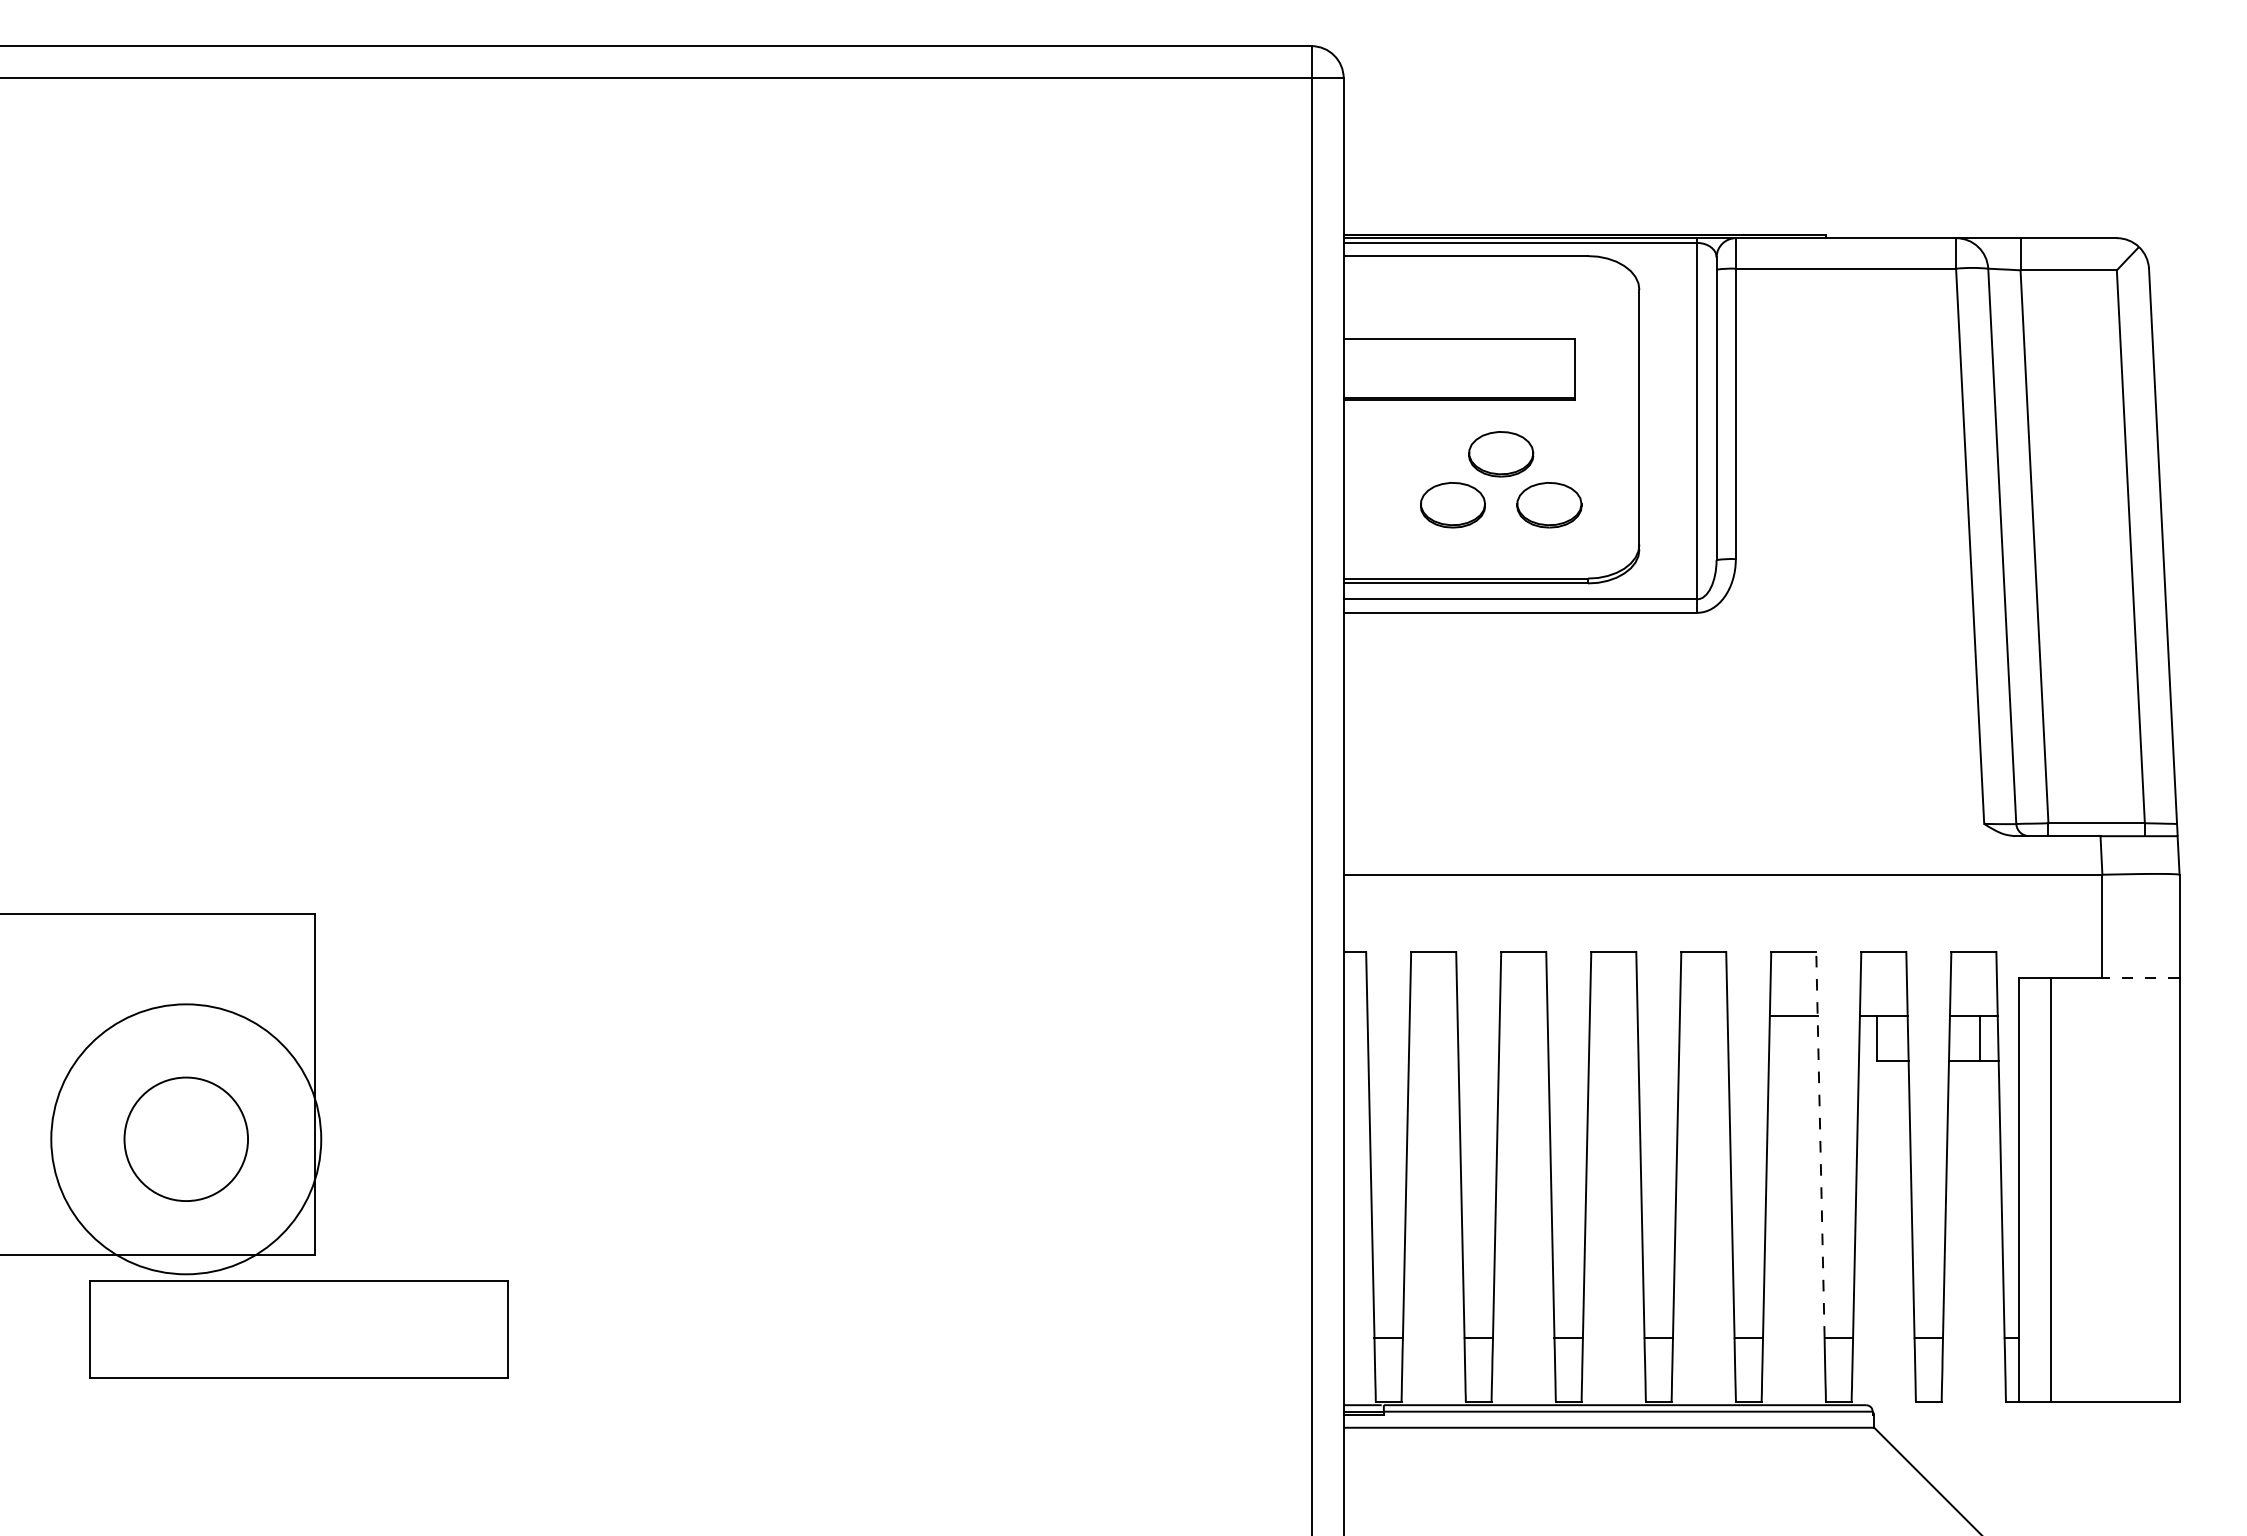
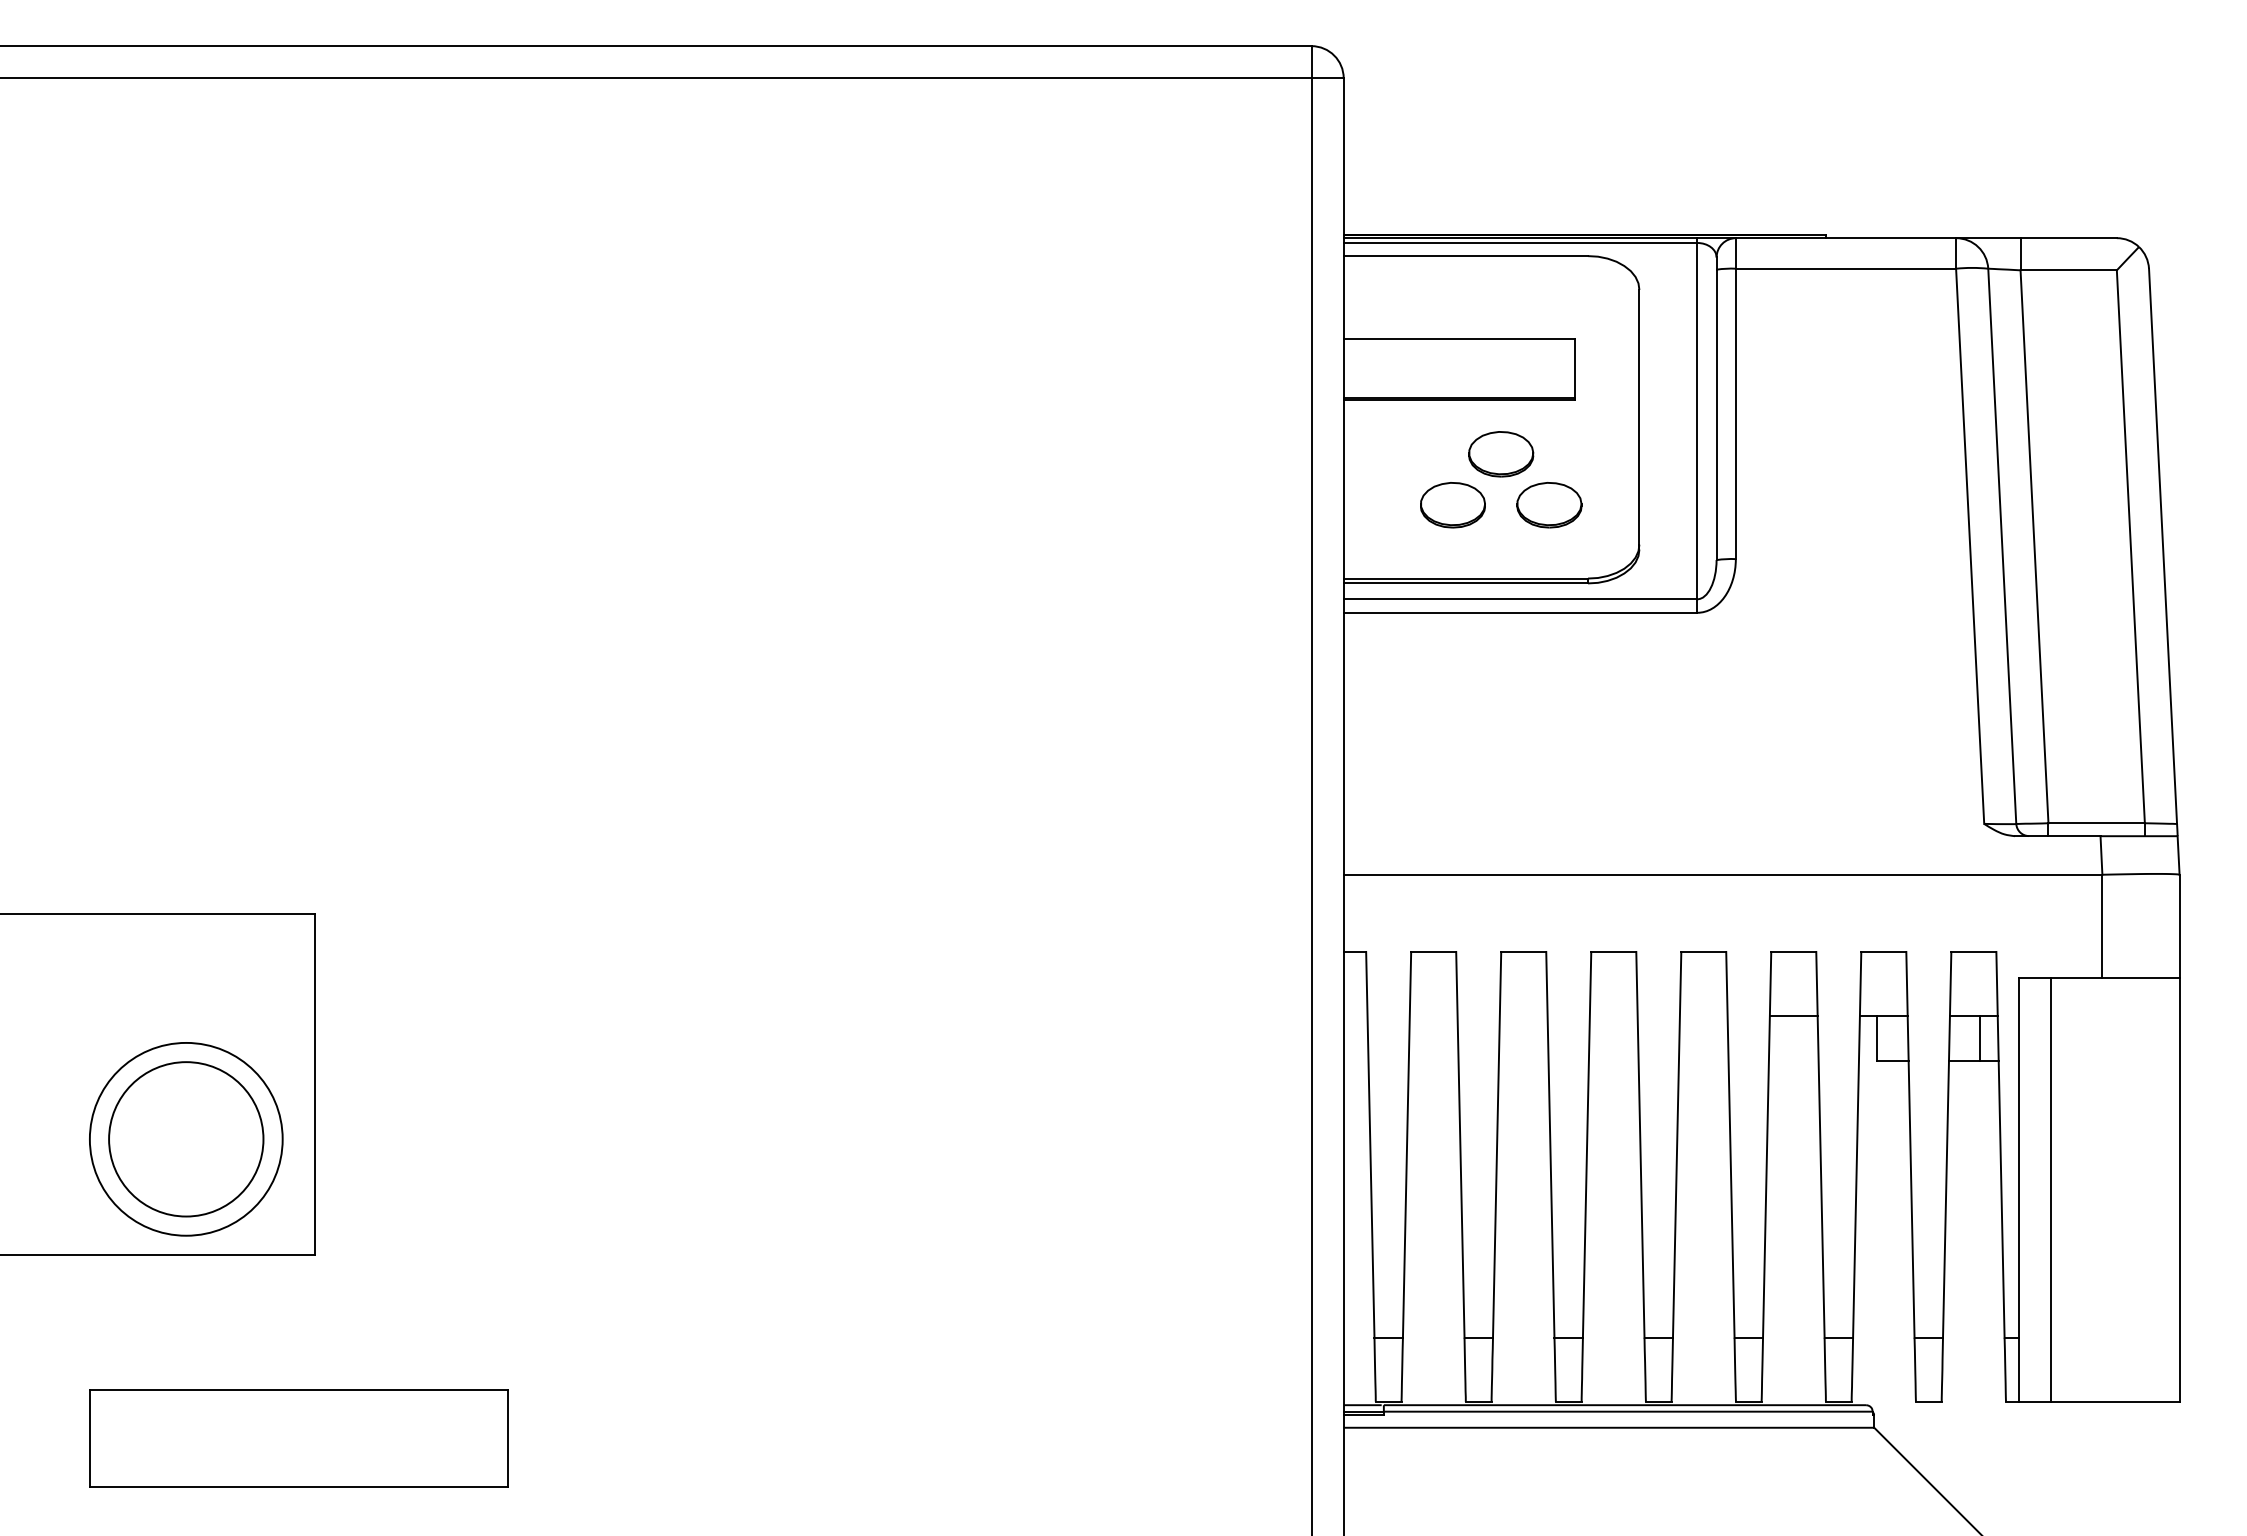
line at (2140, 977): dashed -> solid
circle at (186, 1139) diameter: 124 px -> 154 px
circle at (186, 1139) diameter: 270 px -> 193 px
line at (1820, 1144): dashed -> solid
part at (298, 1329) position: (298, 1329) -> (298, 1438)
